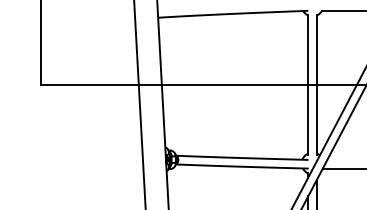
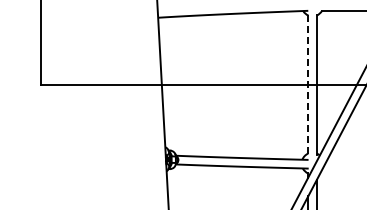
line at (308, 85): solid -> dashed
line at (139, 104): present -> none
line at (342, 168): present -> none
